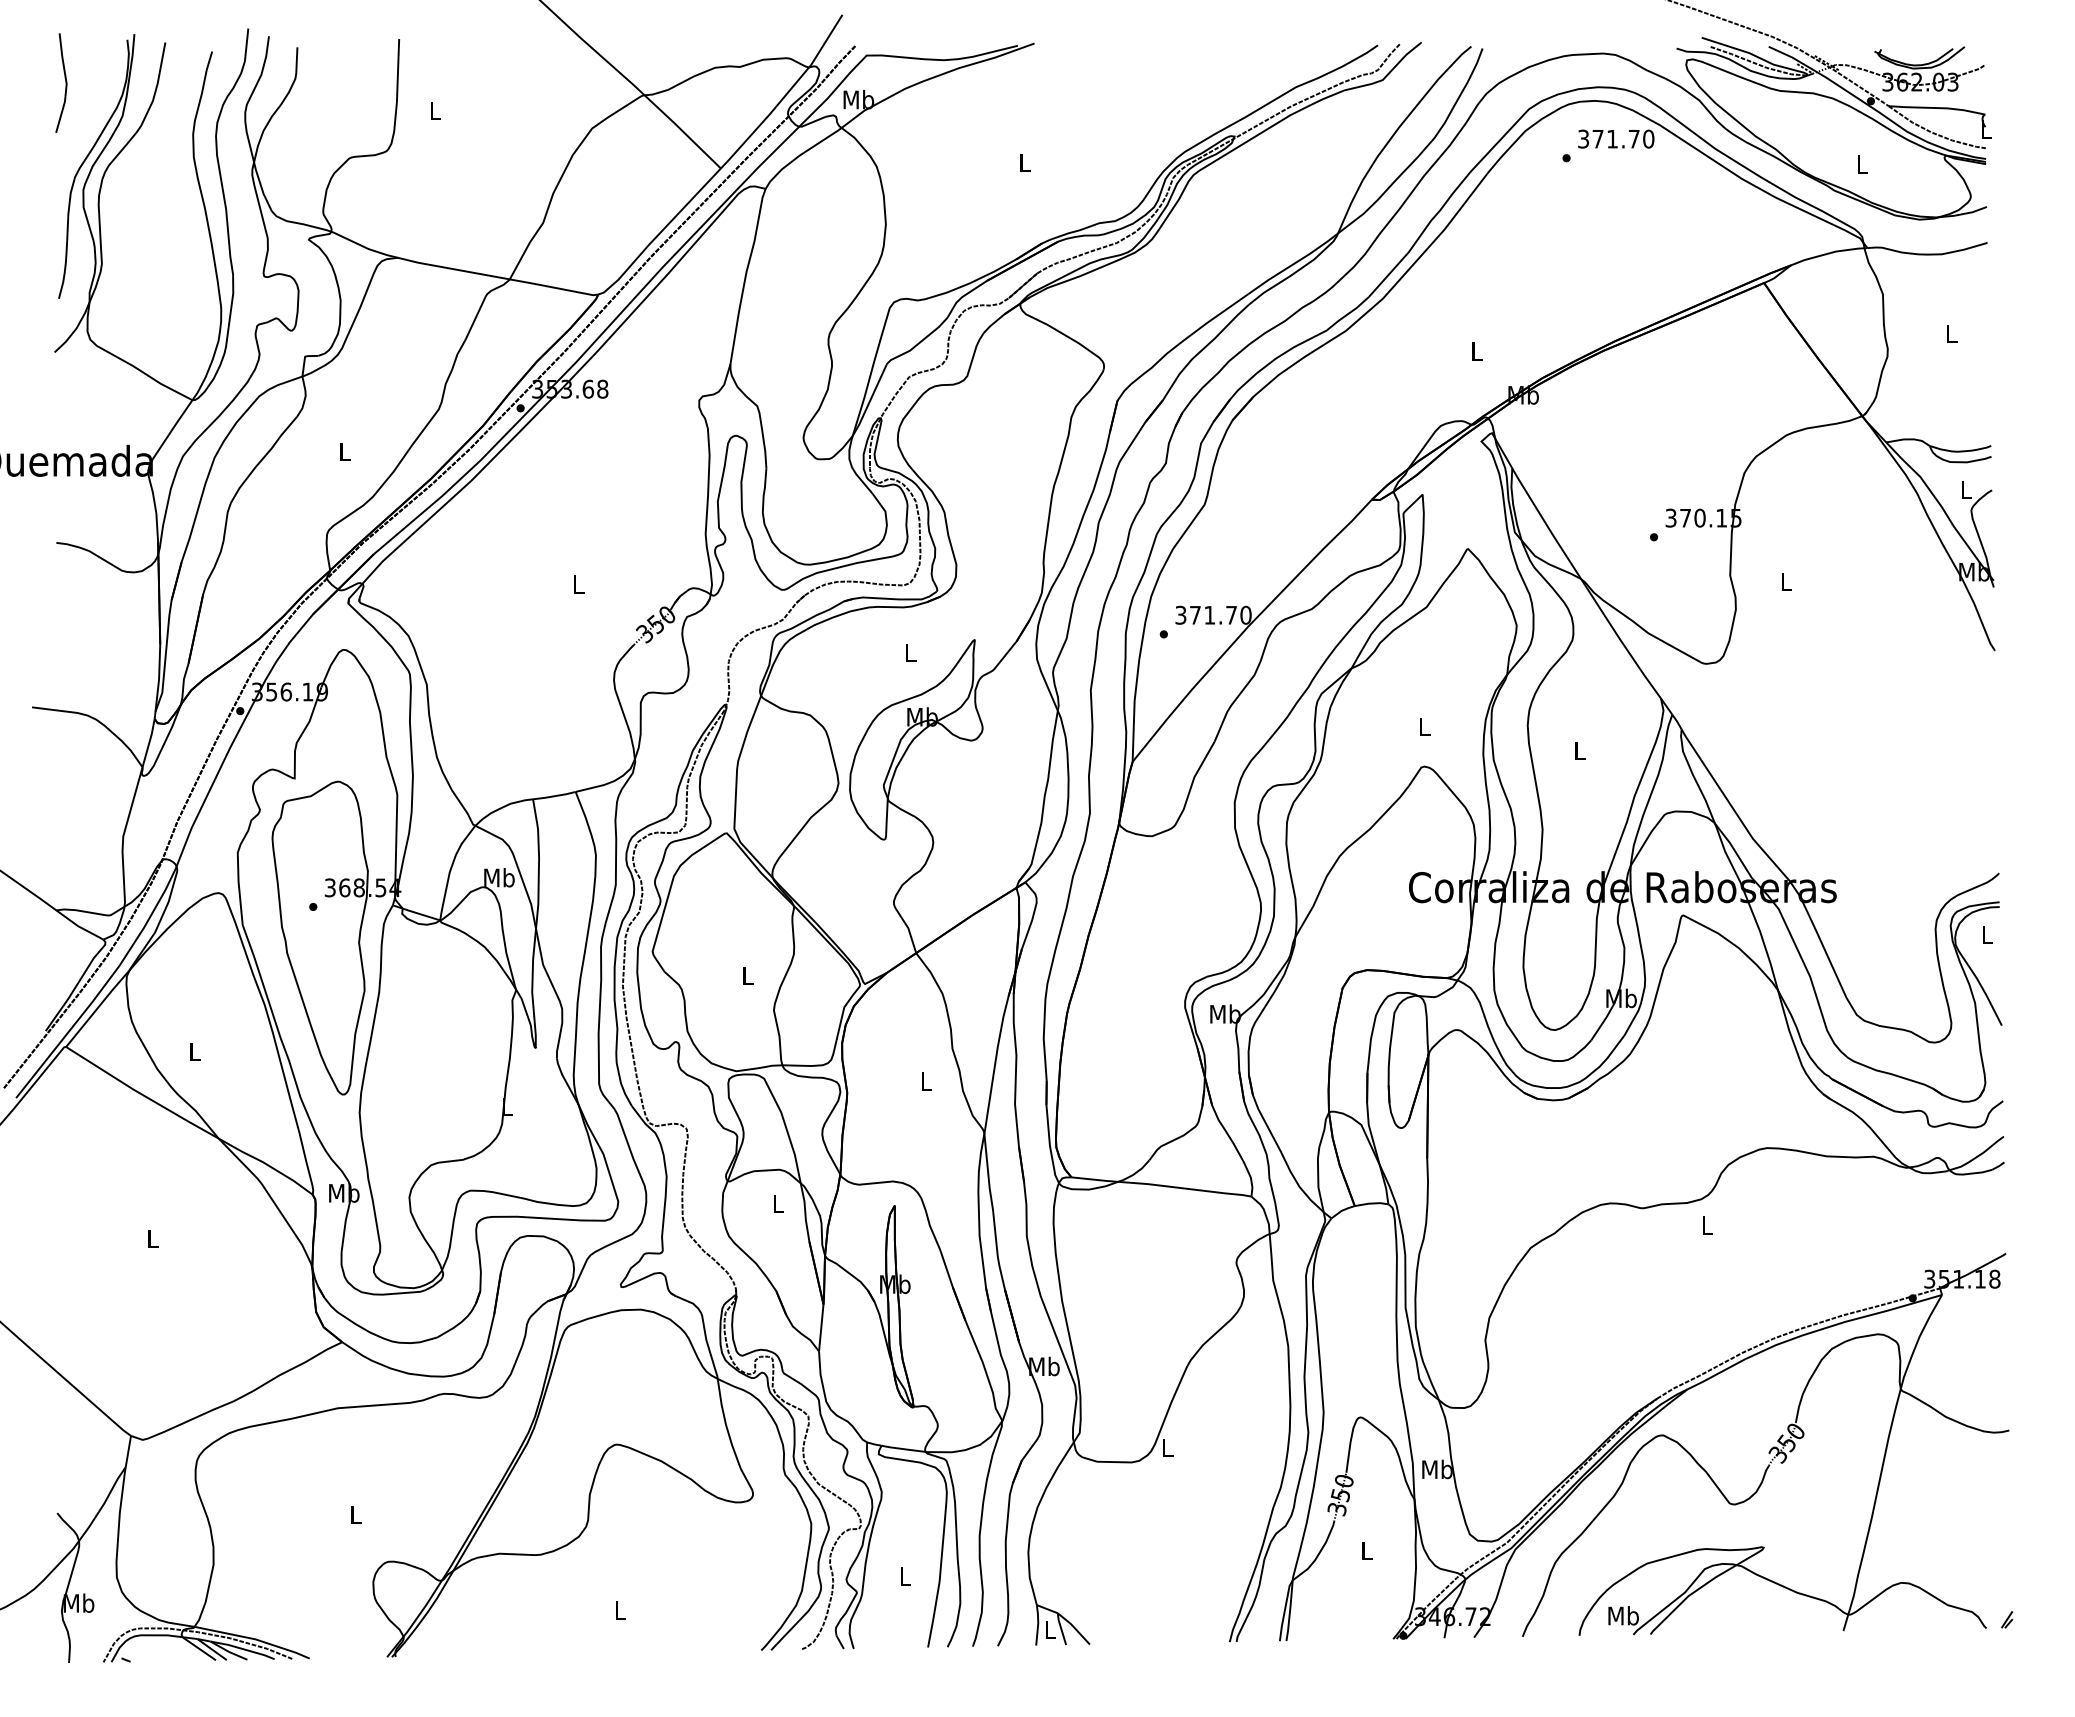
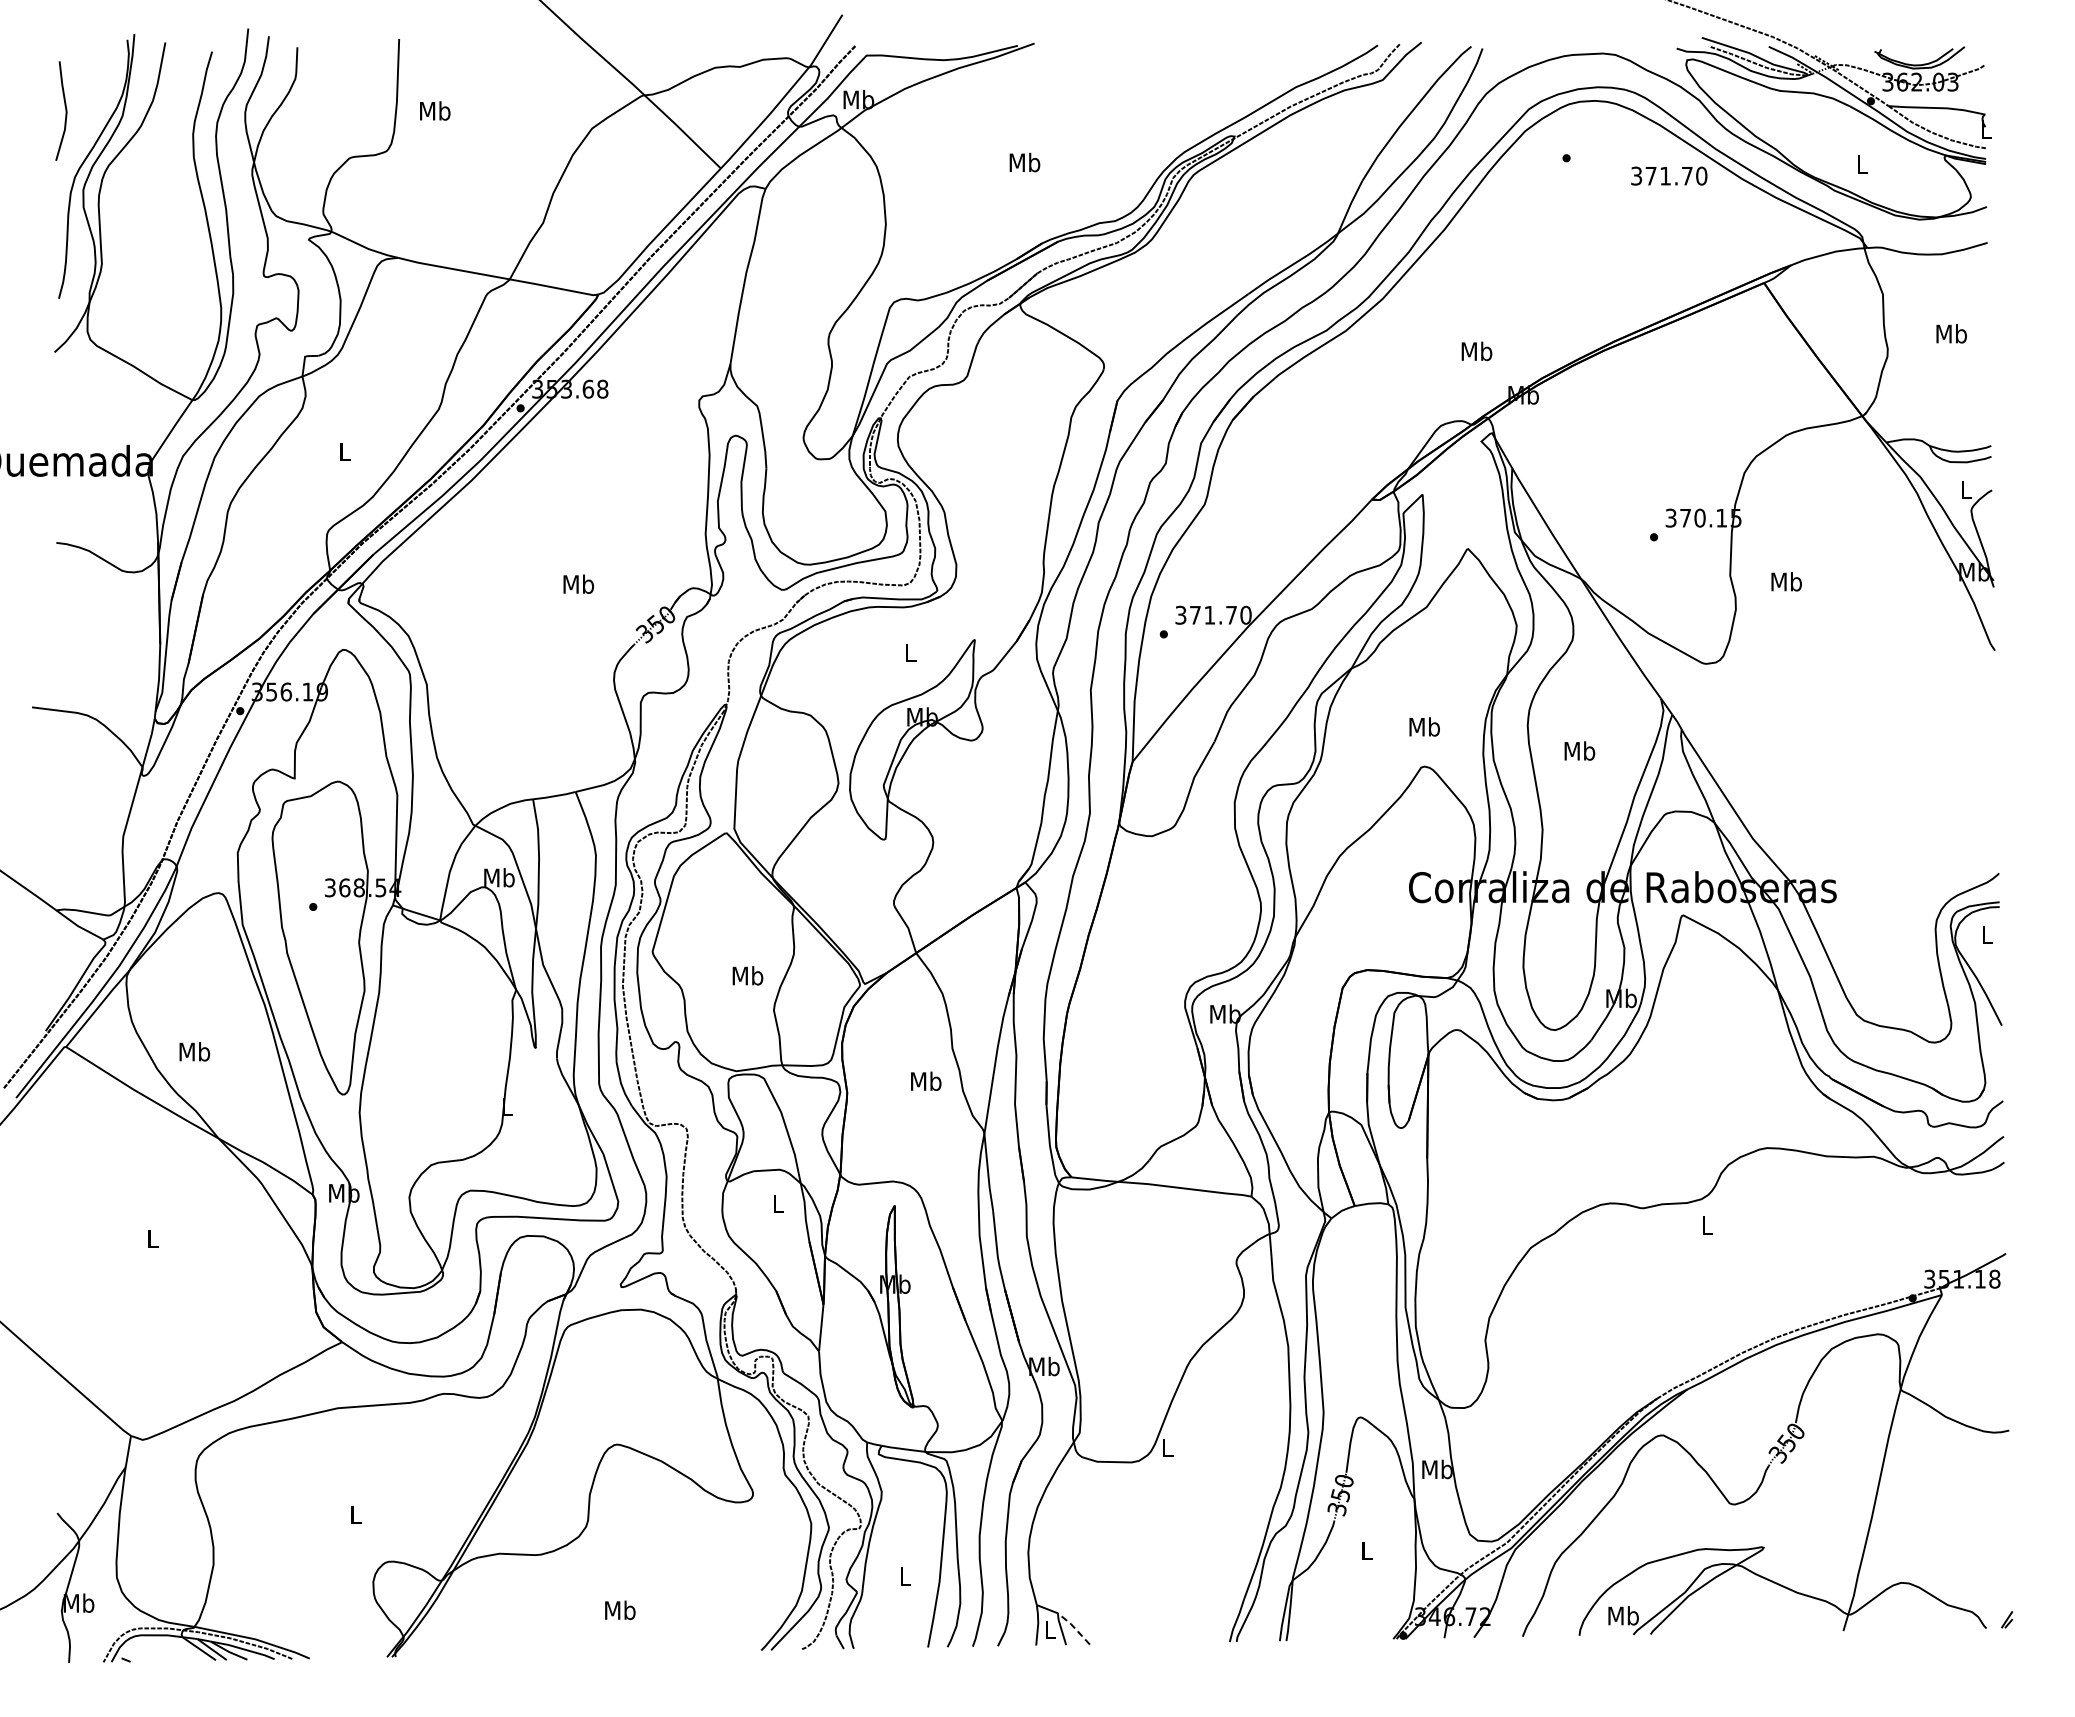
line at (65, 82) position: (65, 82) -> (65, 110)
text at (435, 110): L -> Mb
text at (1616, 138) position: (1616, 138) -> (1669, 175)
text at (1024, 162): L -> Mb
text at (1951, 333): L -> Mb
text at (1476, 351): L -> Mb
text at (1786, 581): L -> Mb
text at (578, 583): L -> Mb
text at (1424, 726): L -> Mb
text at (1579, 750): L -> Mb
text at (747, 975): L -> Mb
text at (194, 1051): L -> Mb
text at (926, 1081): L -> Mb
text at (620, 1610): L -> Mb
line at (1073, 1627): solid -> dashed
